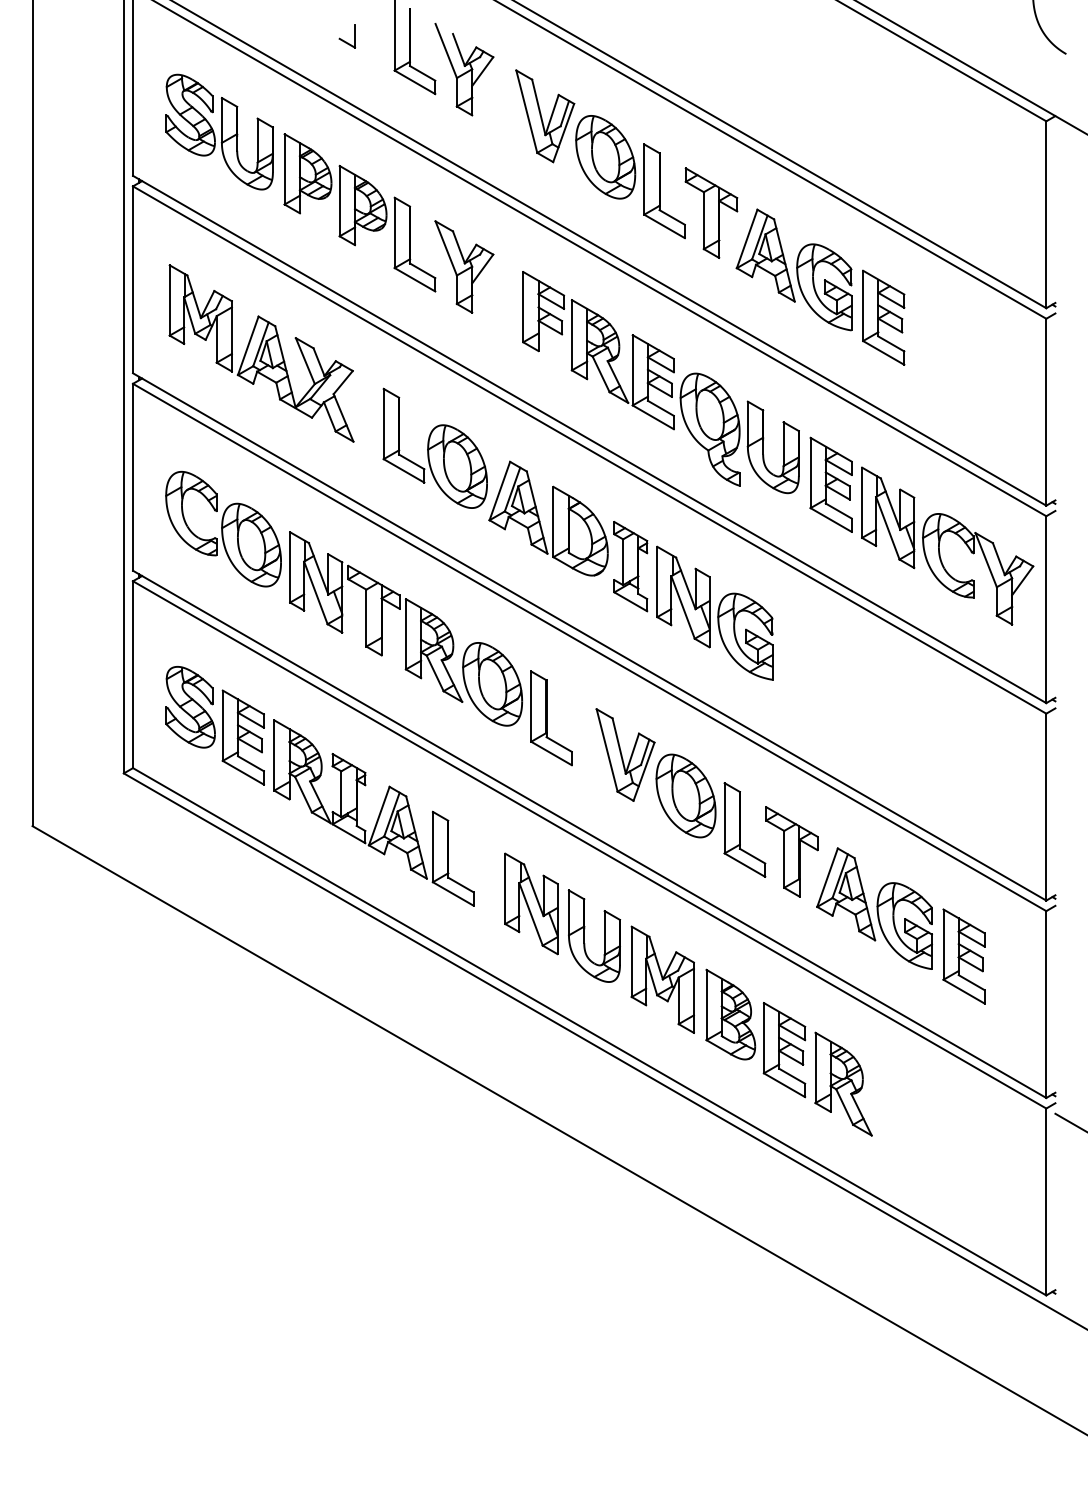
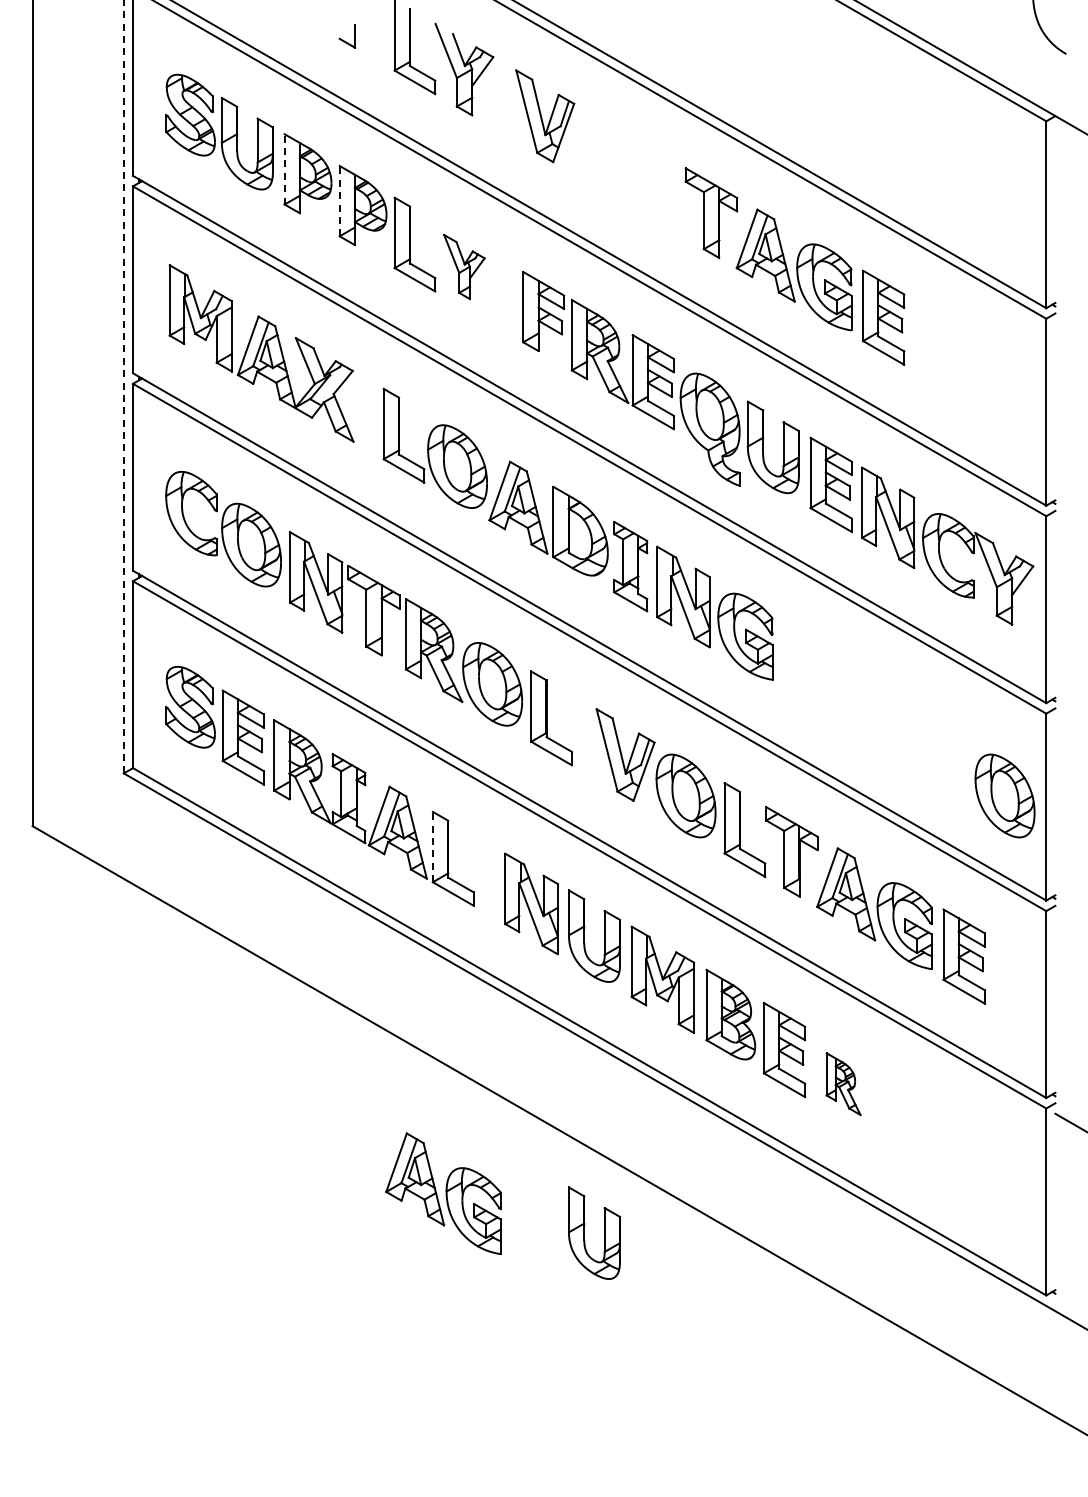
line at (284, 168): solid -> dashed
part at (630, 177): present -> none
line at (339, 200): solid -> dashed
part at (464, 266) size: 61x94 px -> 43x66 px
line at (123, 386): solid -> dashed
part at (1004, 795): none -> present
line at (432, 846): solid -> dashed
part at (843, 1083) size: 59x106 px -> 37x64 px
part at (443, 1193): none -> present
part at (584, 1232): none -> present
